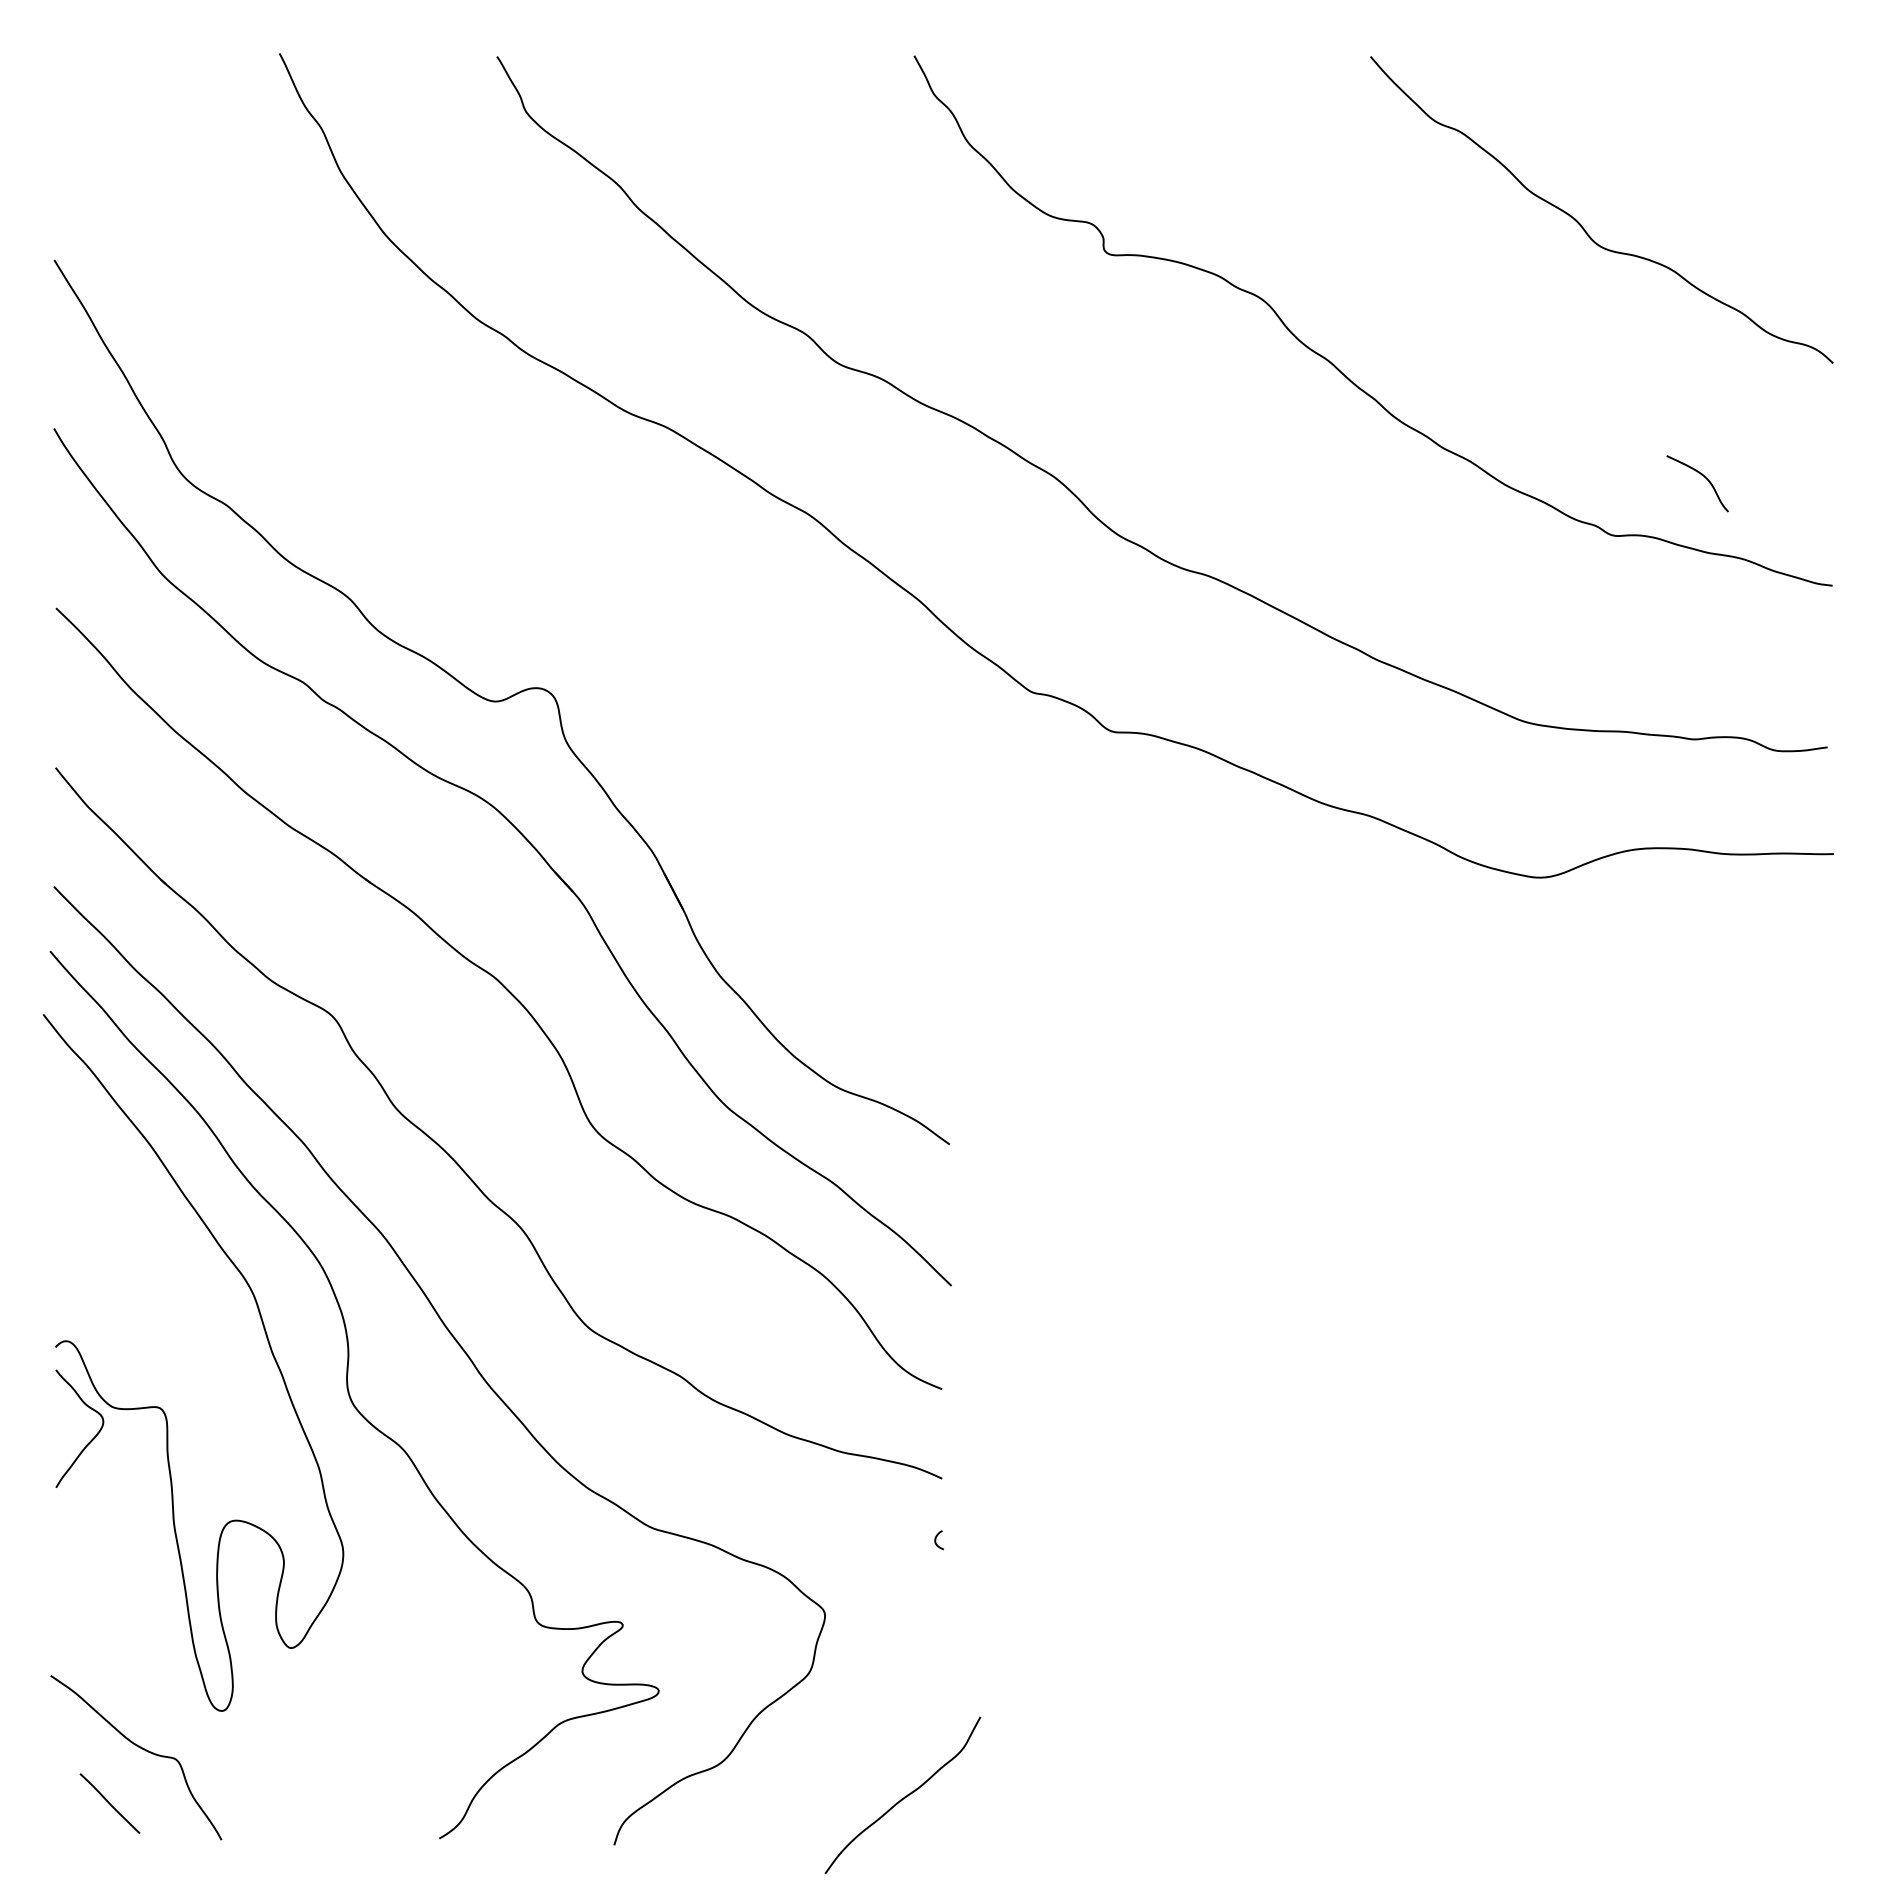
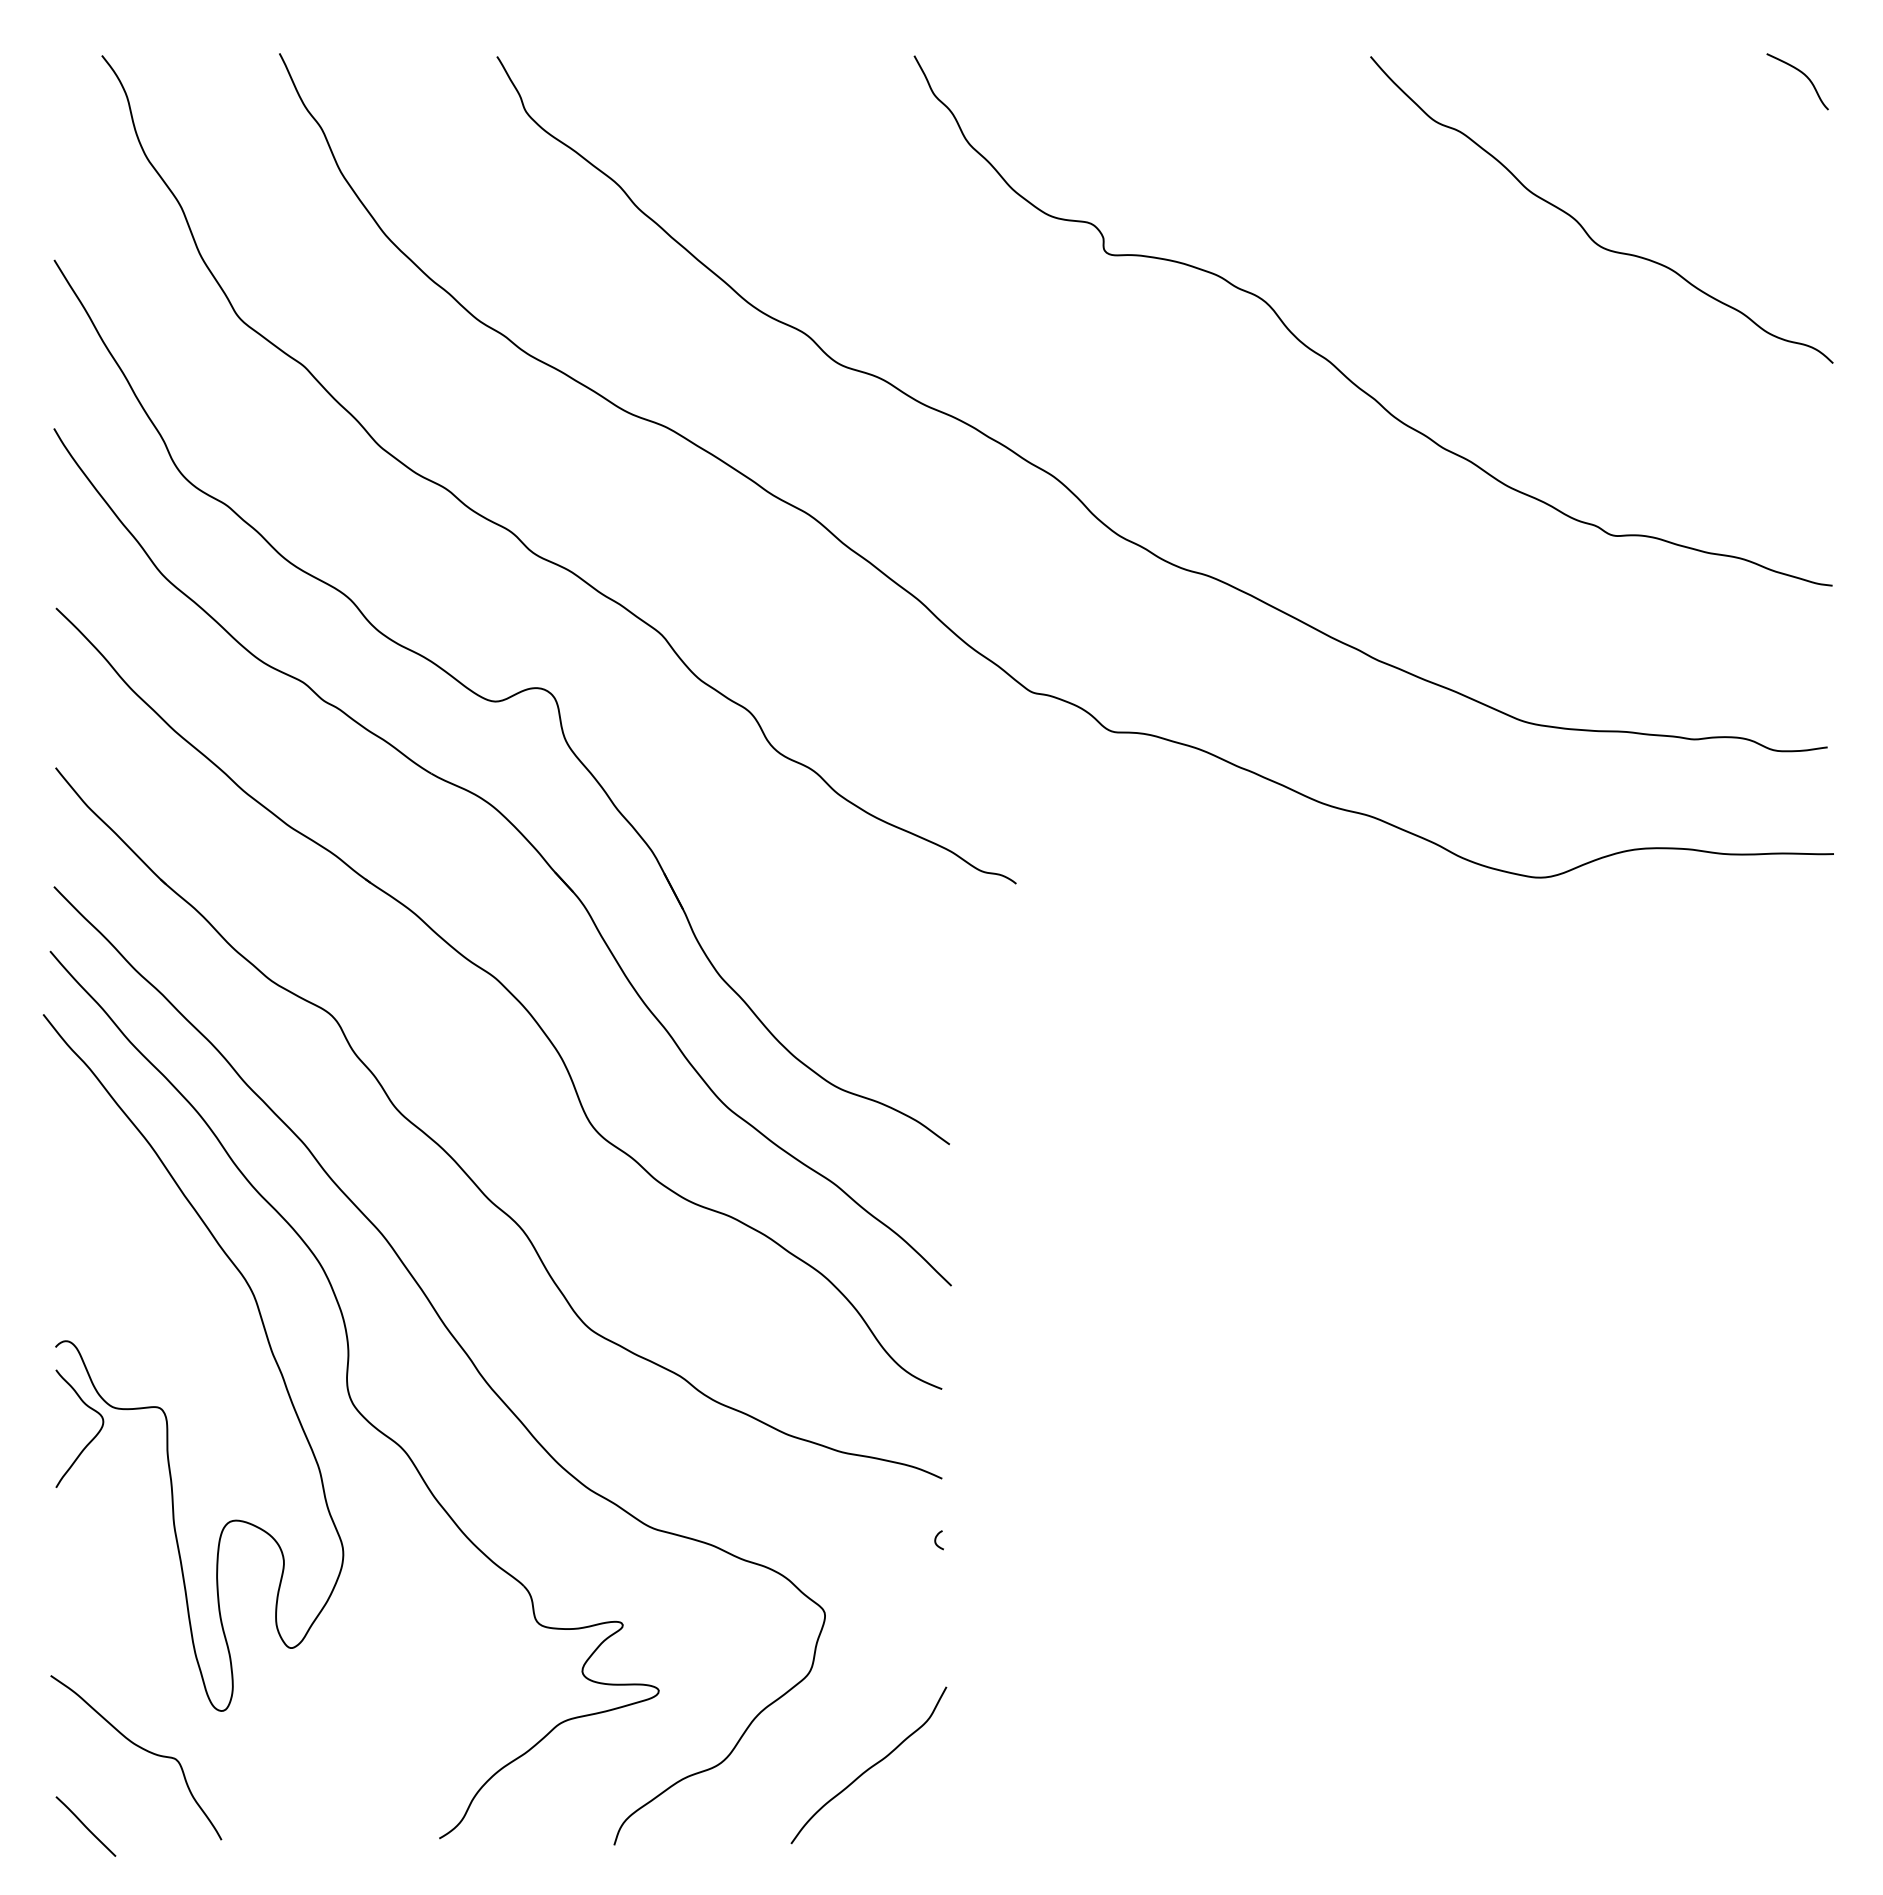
curve at (1702, 476) position: (1702, 476) -> (1802, 74)
curve at (512, 531): none -> present
curve at (904, 1796) position: (904, 1796) -> (870, 1766)
line at (109, 1803) position: (109, 1803) -> (85, 1826)
